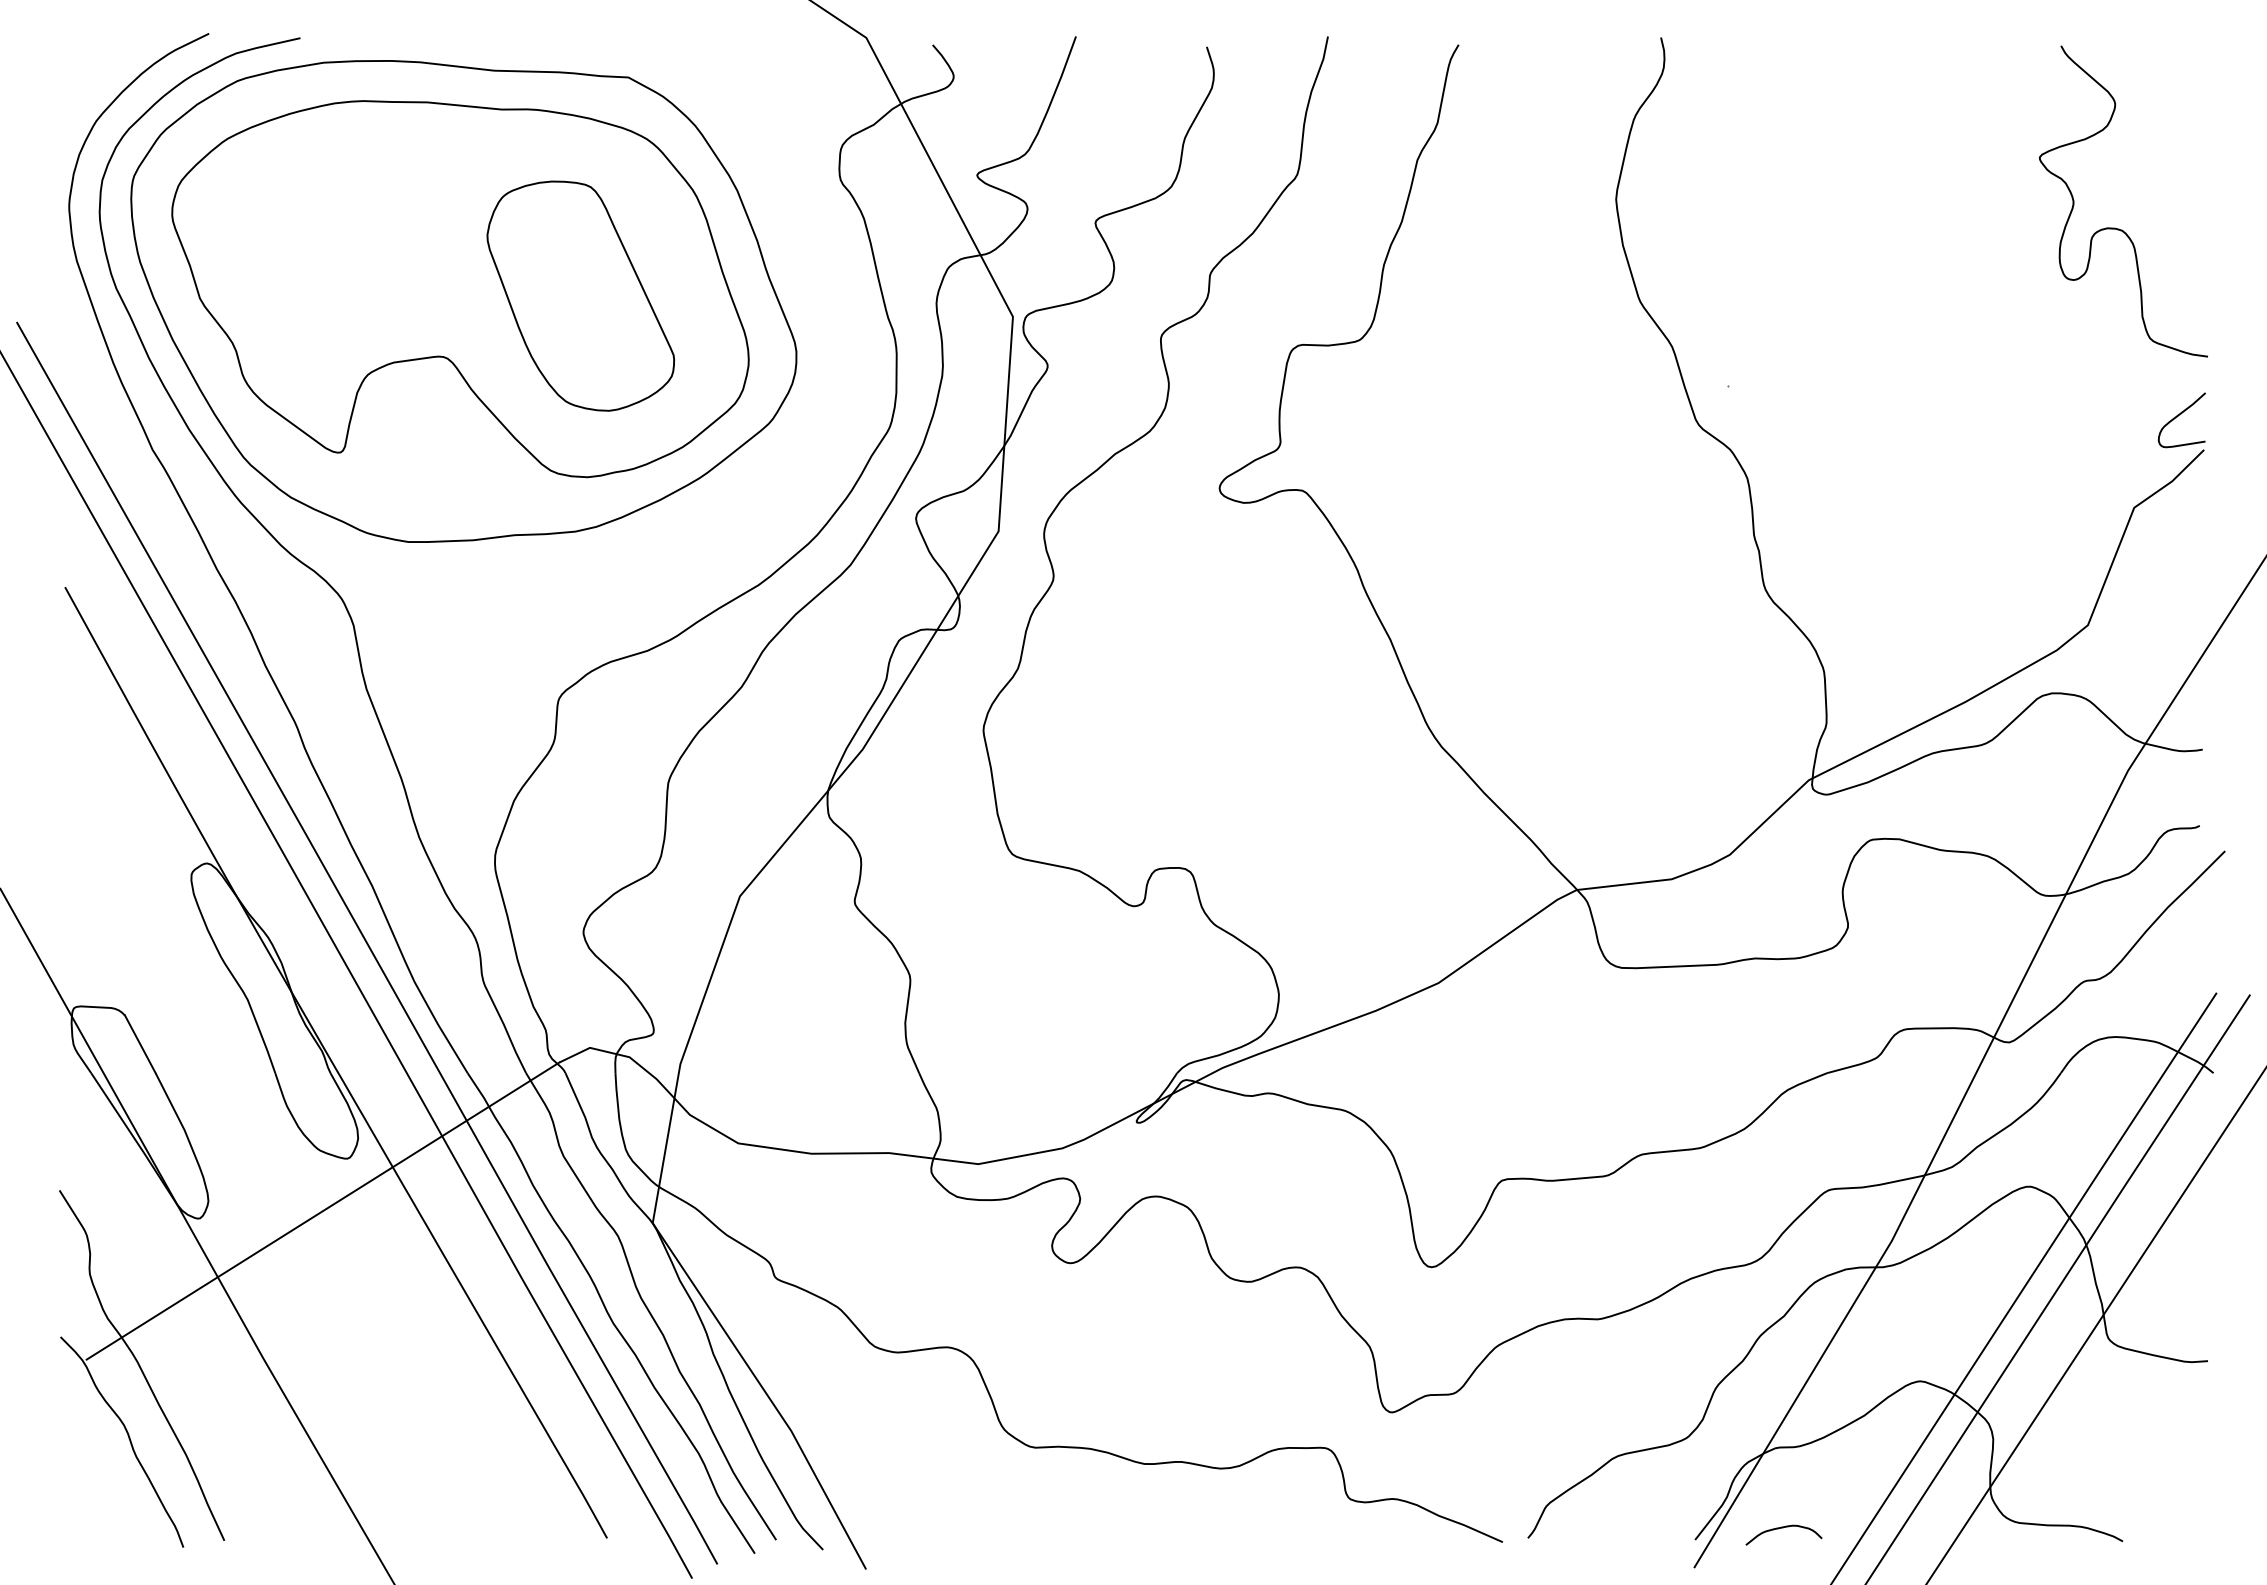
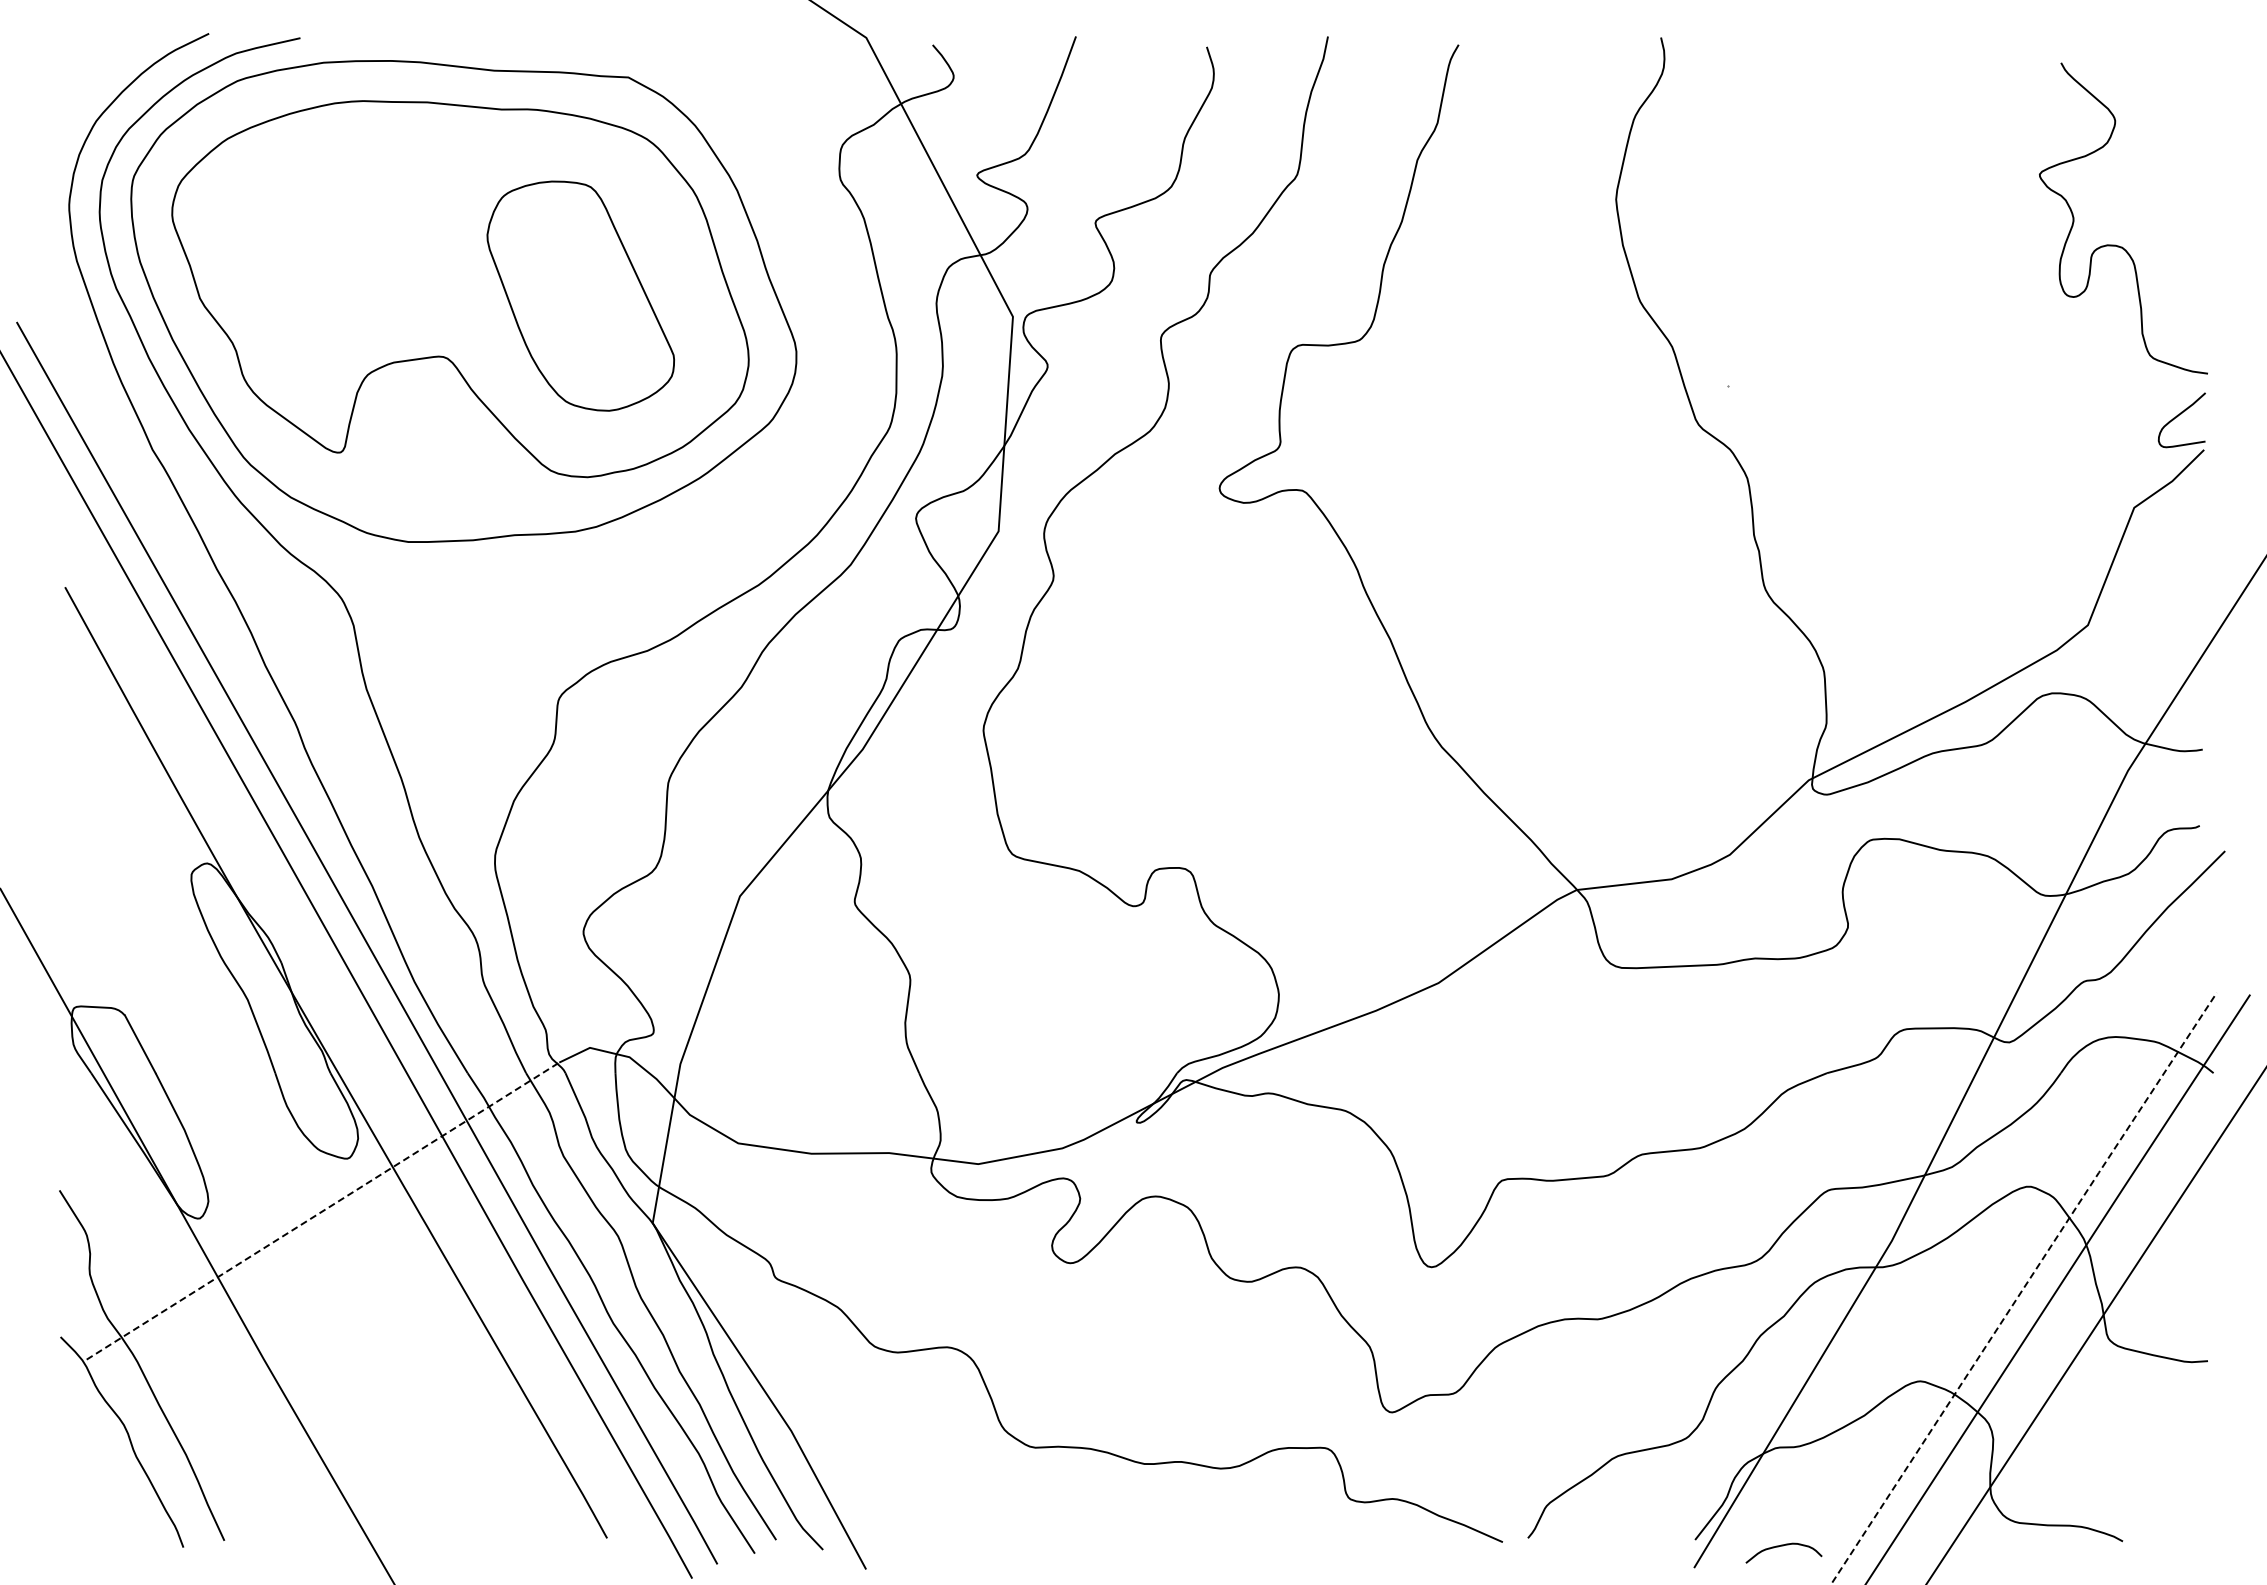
curve at (2115, 227) position: (2115, 227) -> (2115, 244)
line at (323, 1210): solid -> dashed
line at (2024, 1287): solid -> dashed
curve at (1783, 1528) position: (1783, 1528) -> (1783, 1546)
